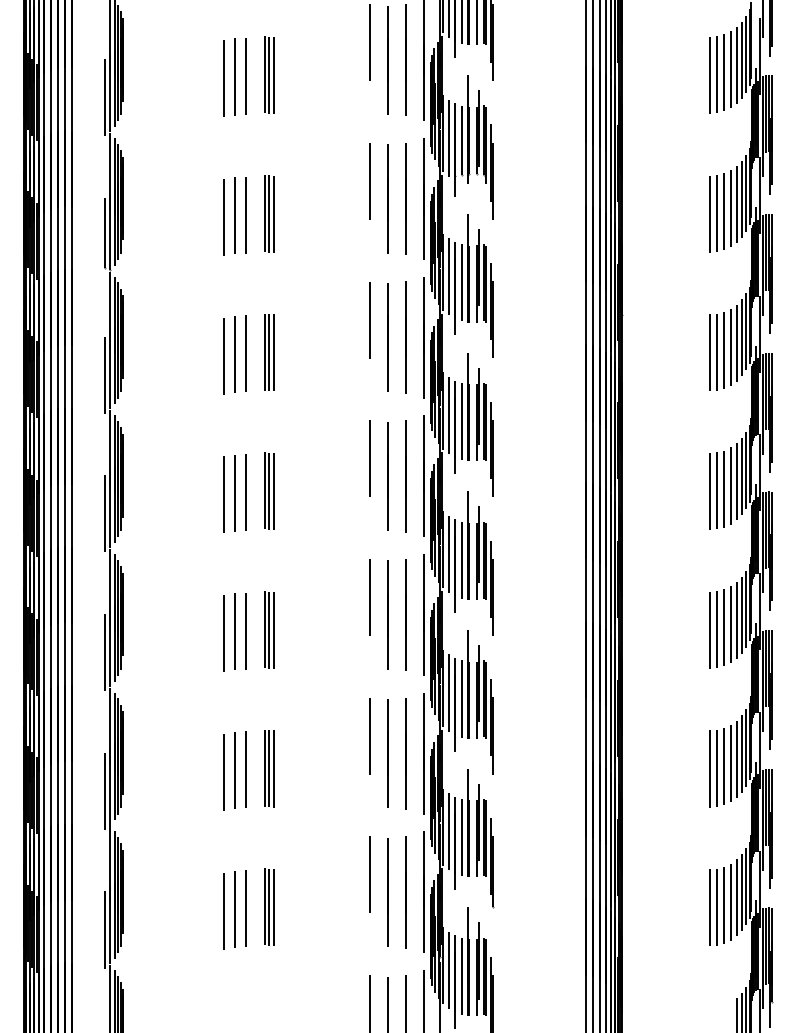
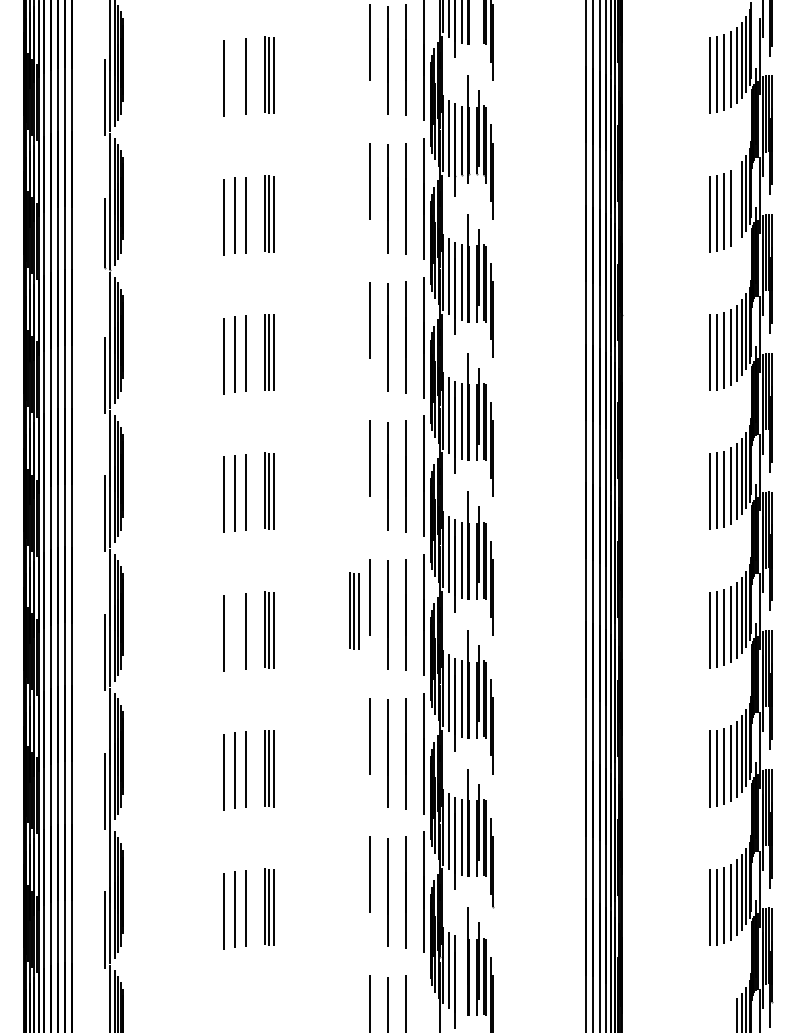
line at (476, 23): present -> none
line at (234, 76): present -> none
line at (737, 203): present -> none
part at (354, 610): none -> present
line at (235, 631): present -> none
line at (462, 975): present -> none
line at (423, 999): present -> none
